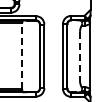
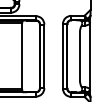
line at (22, 56): dashed -> solid
line at (80, 56): dashed -> solid
